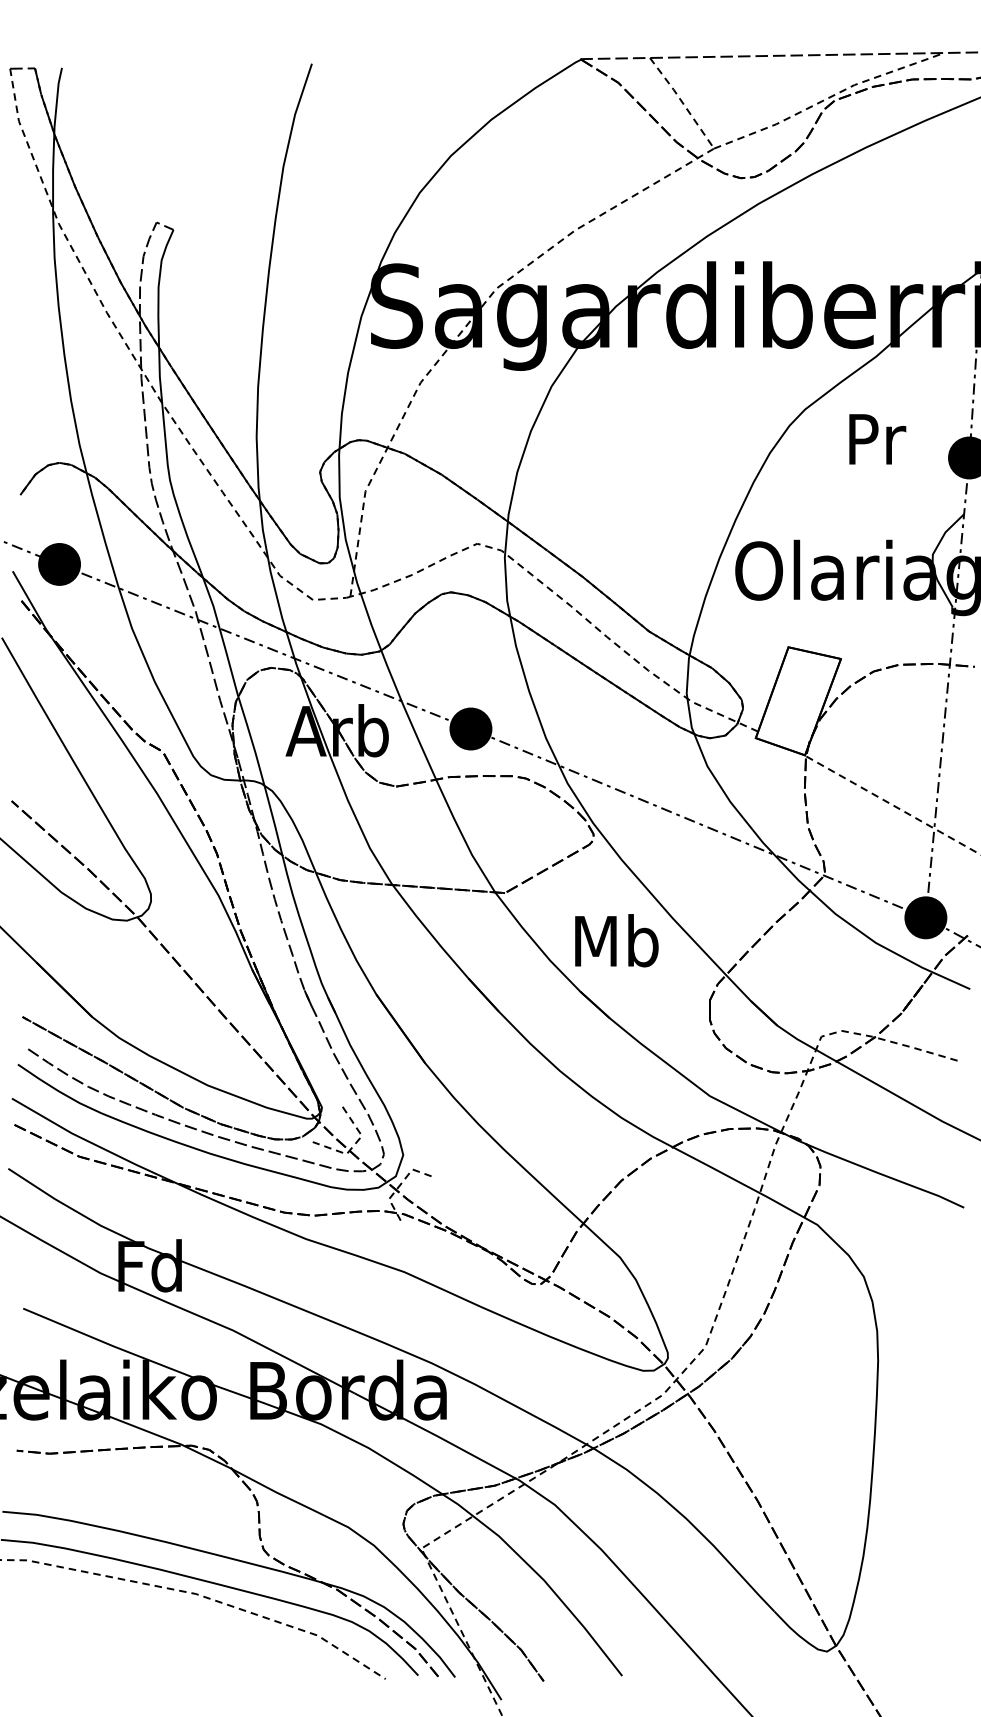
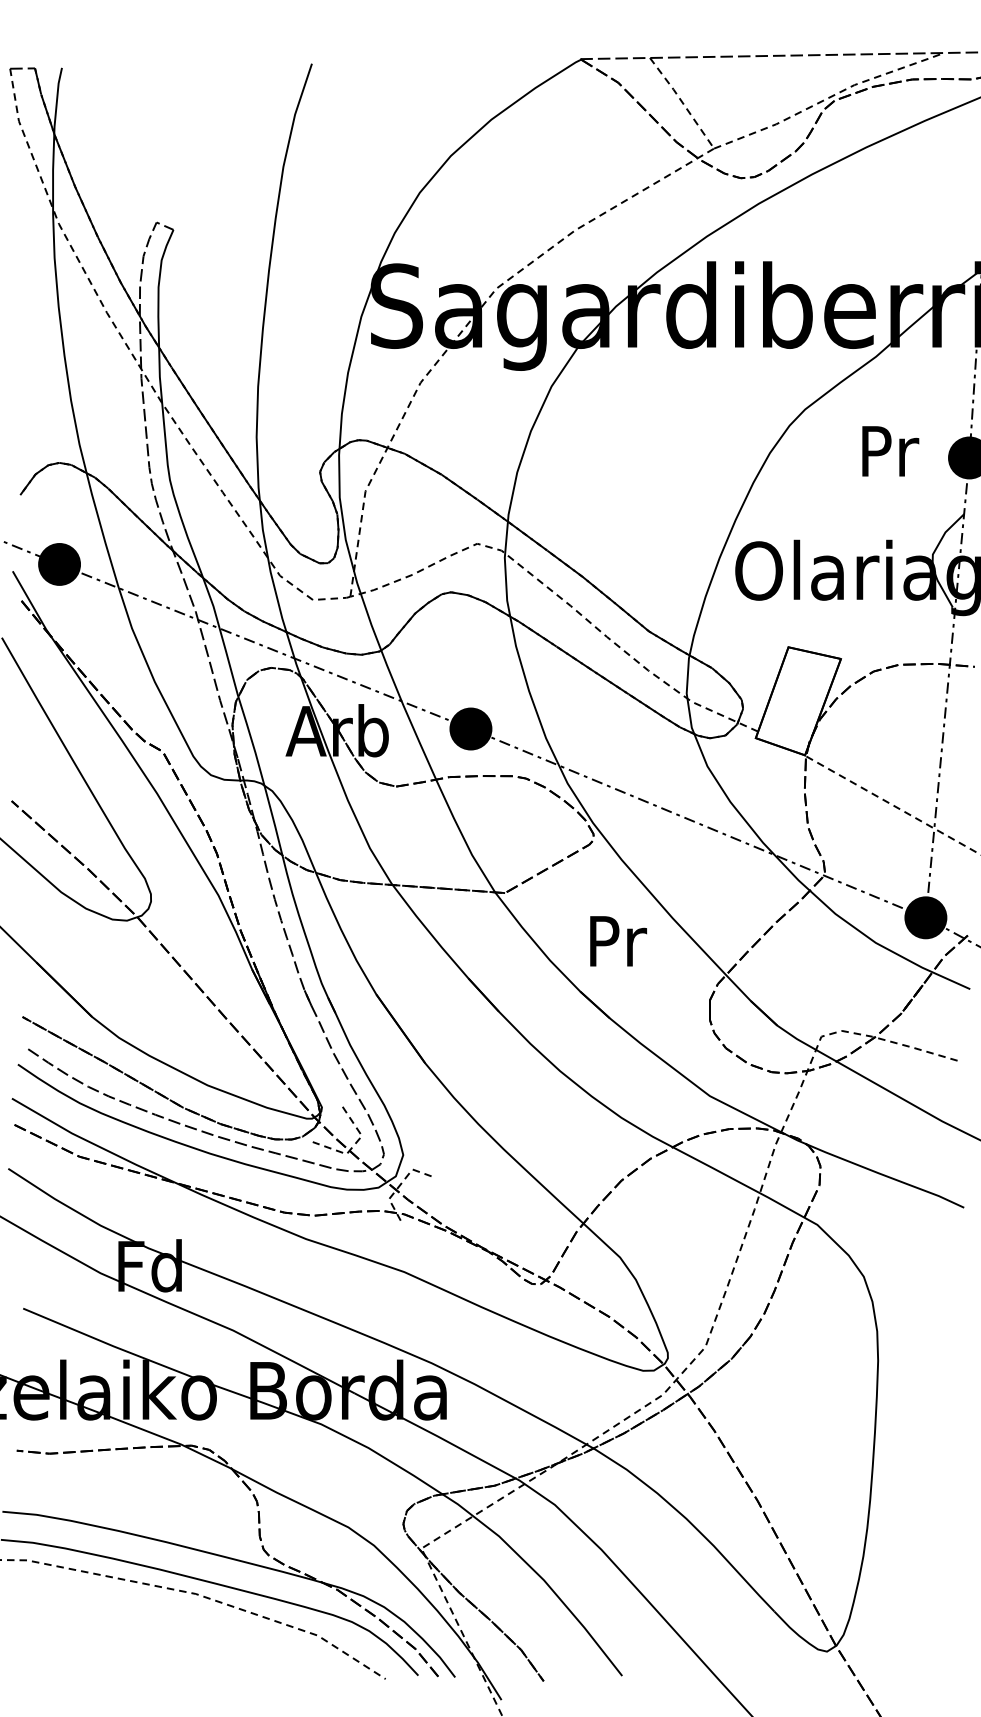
text at (877, 439) position: (877, 439) -> (890, 451)
text at (616, 940): Mb -> Pr
